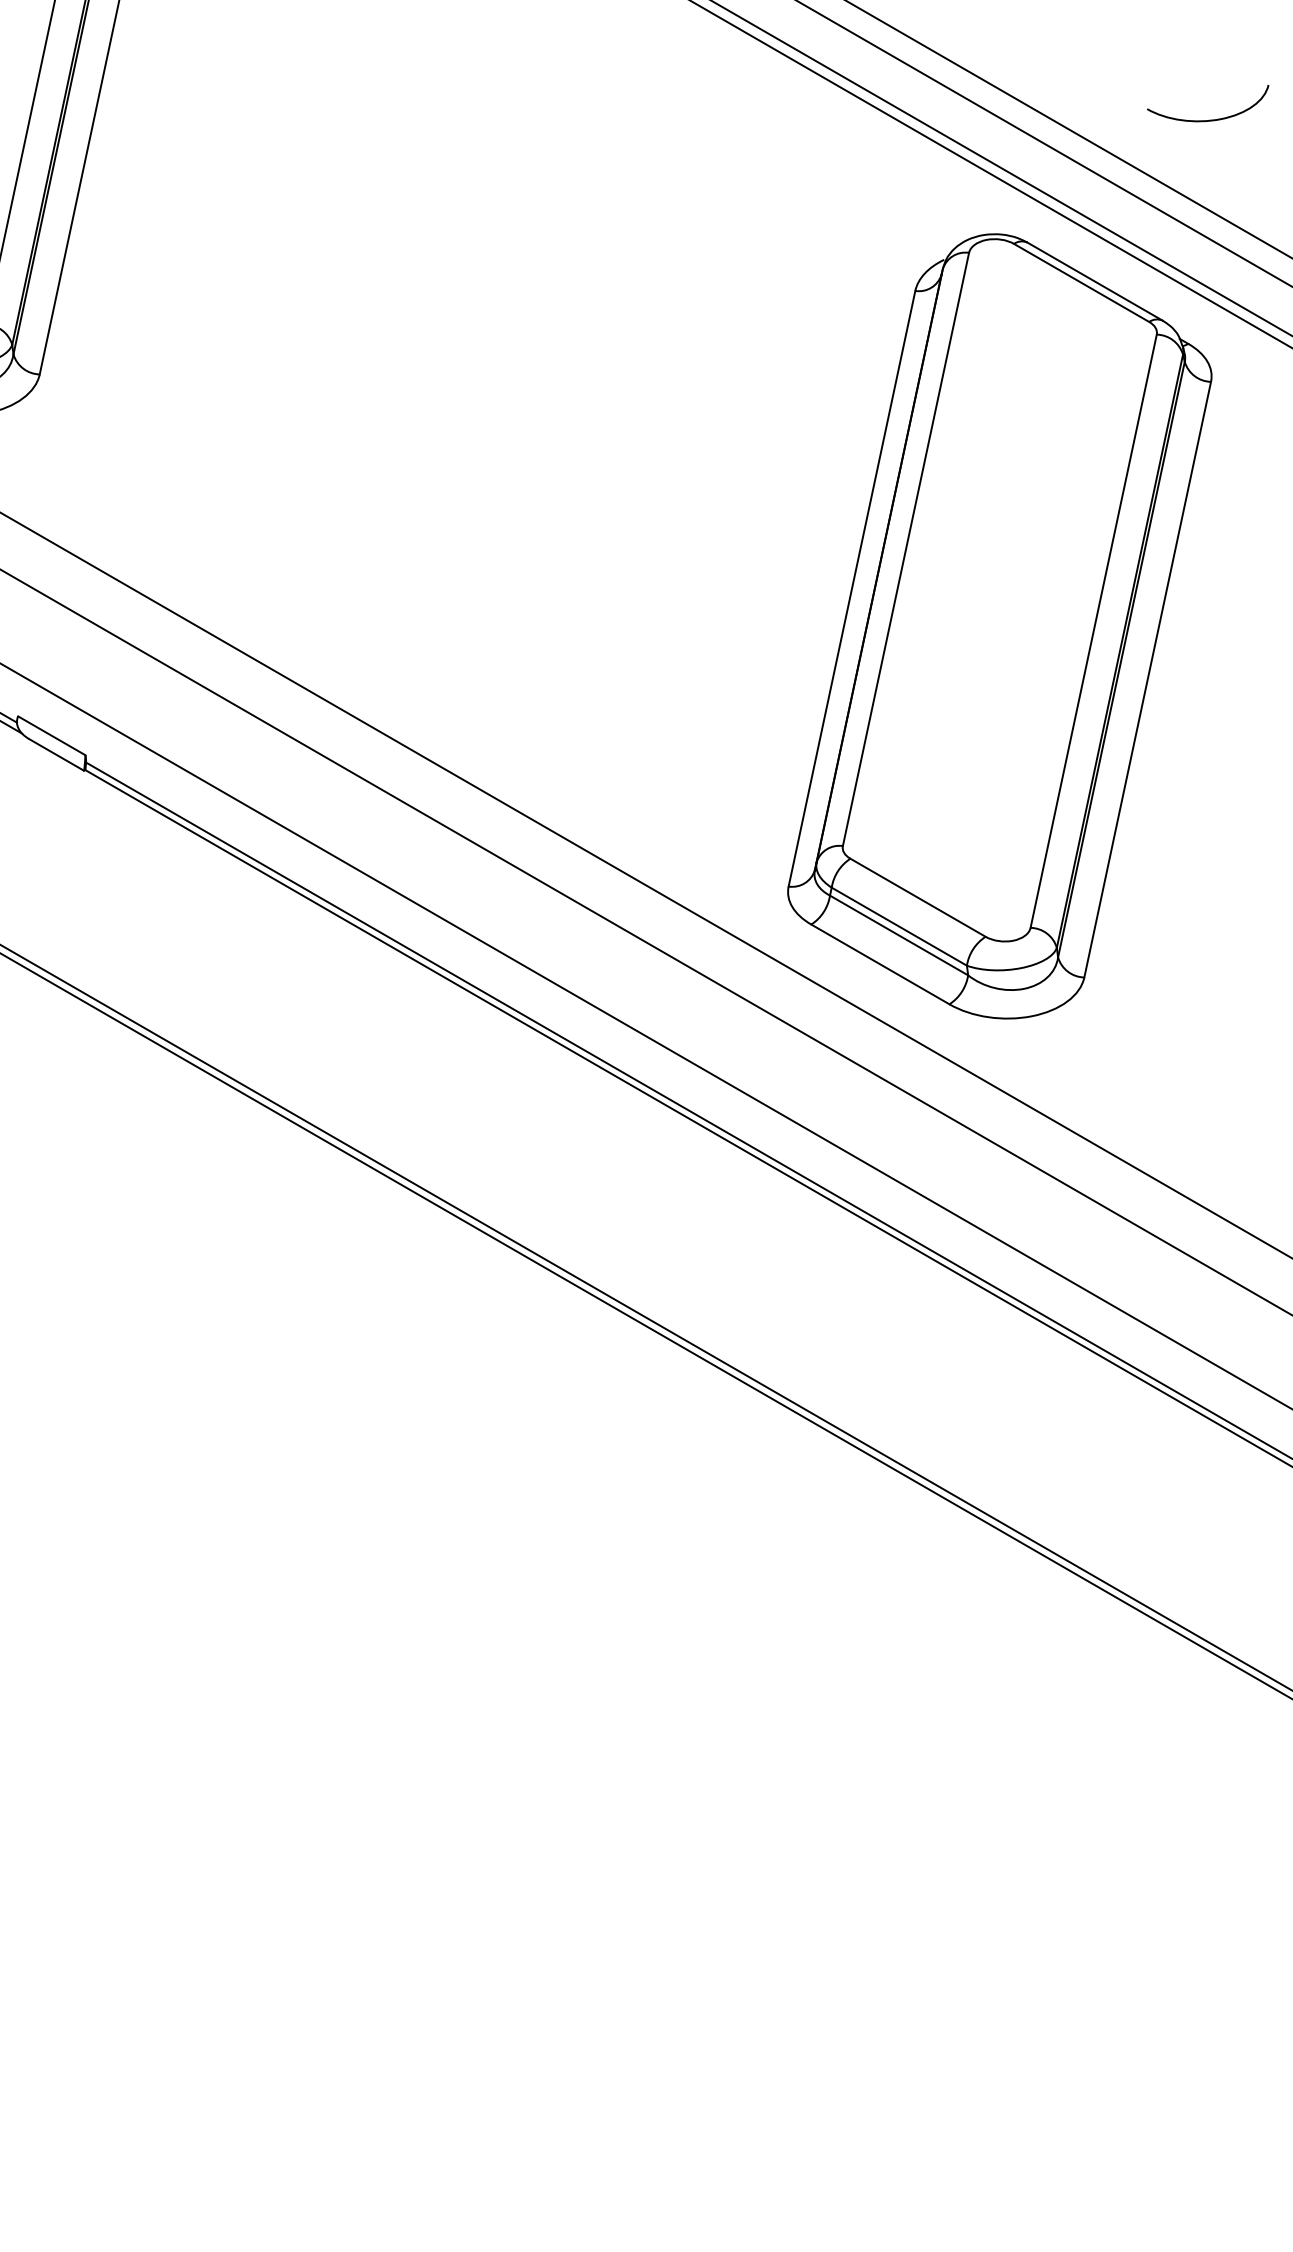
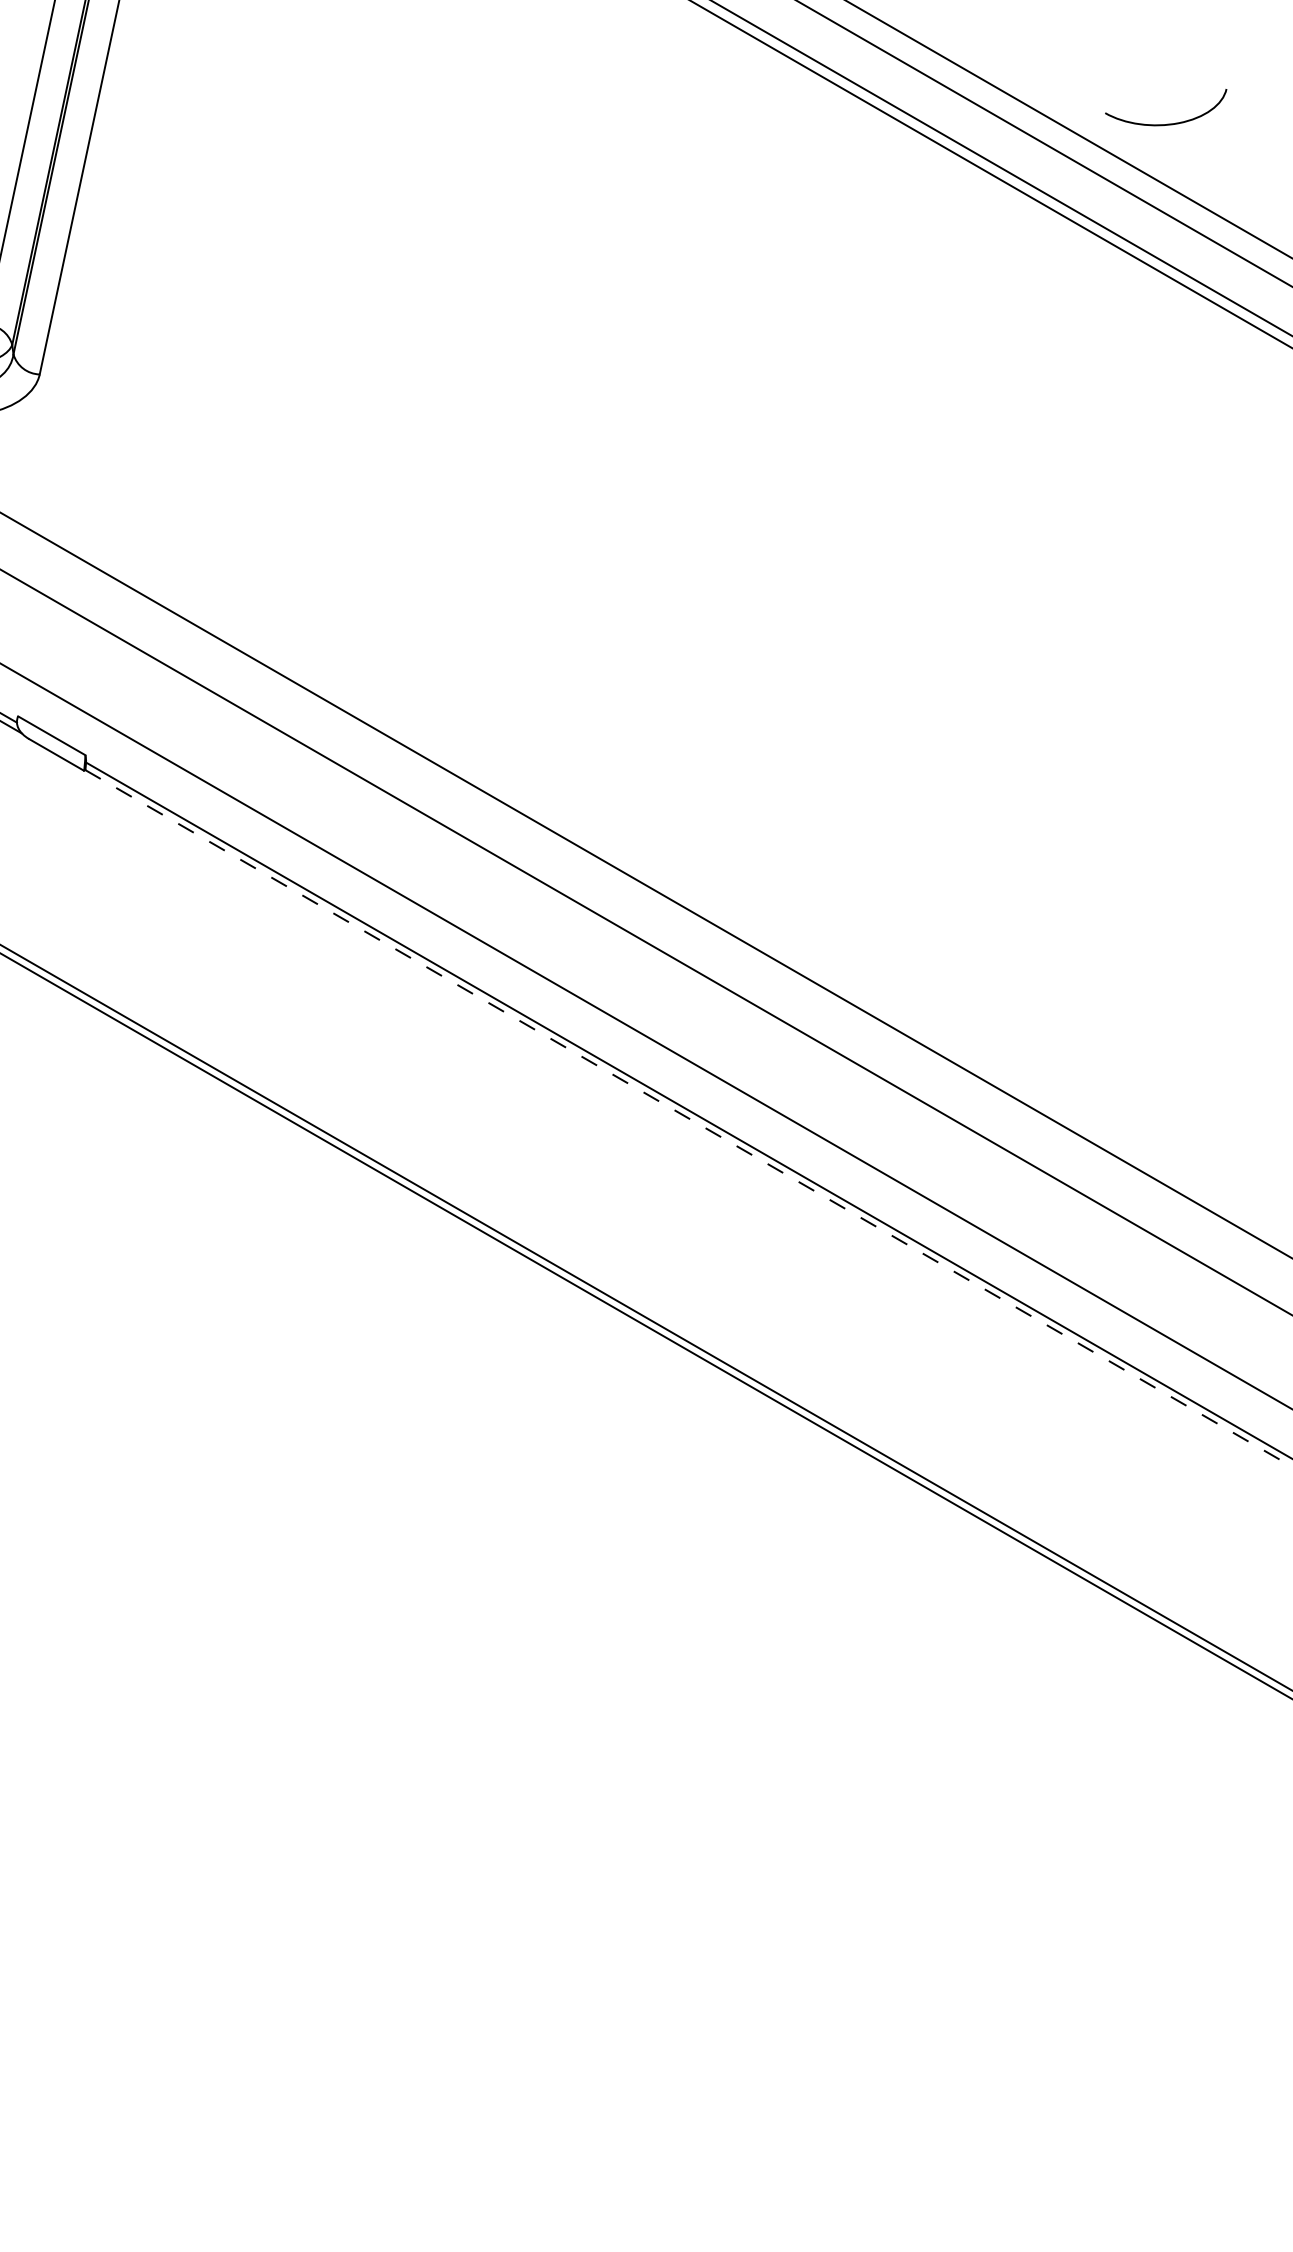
curve at (1209, 119) position: (1209, 119) -> (1167, 123)
part at (999, 626): present -> none
line at (689, 1118): solid -> dashed
